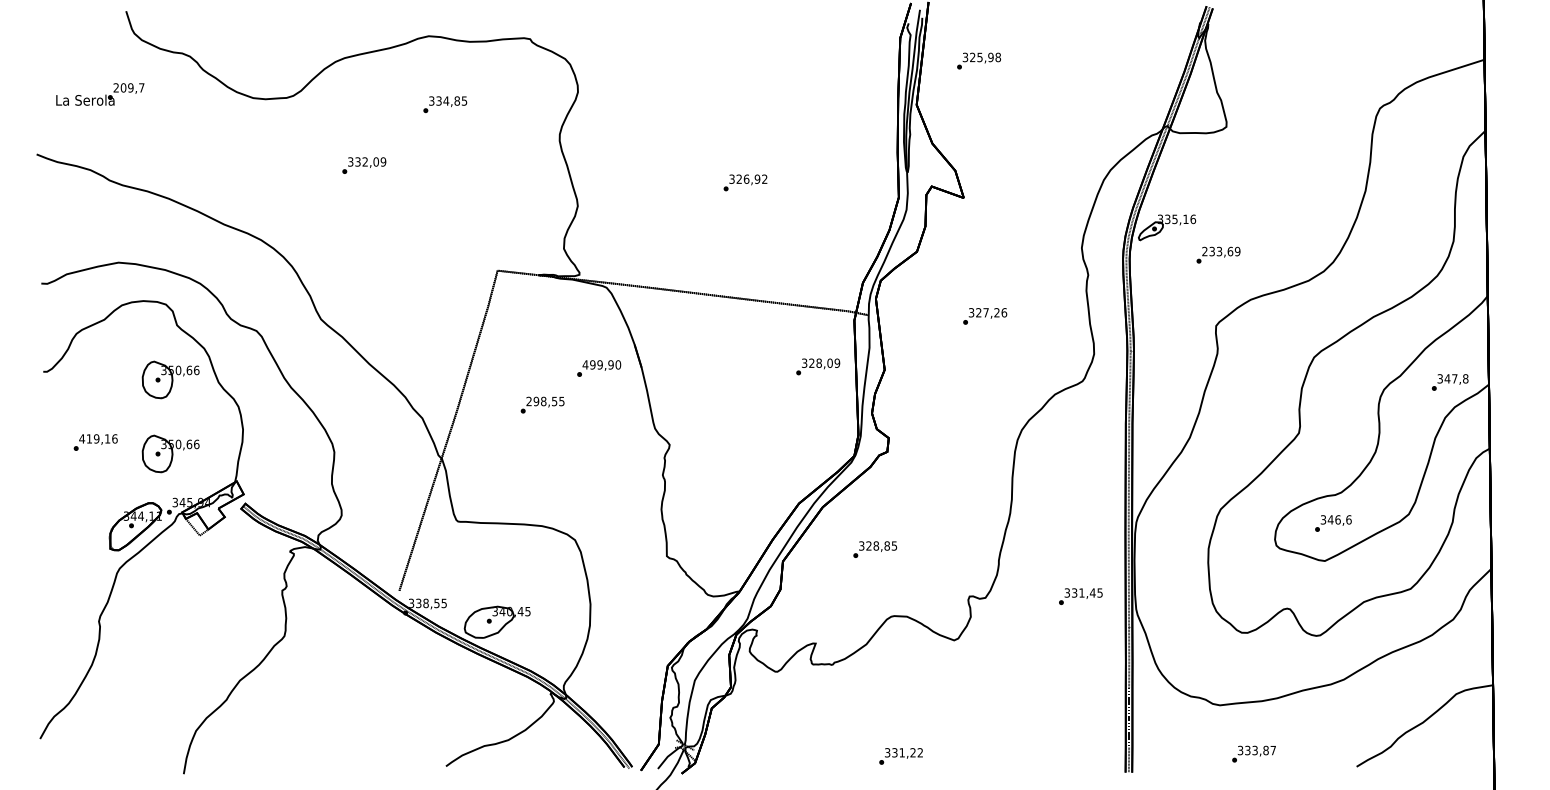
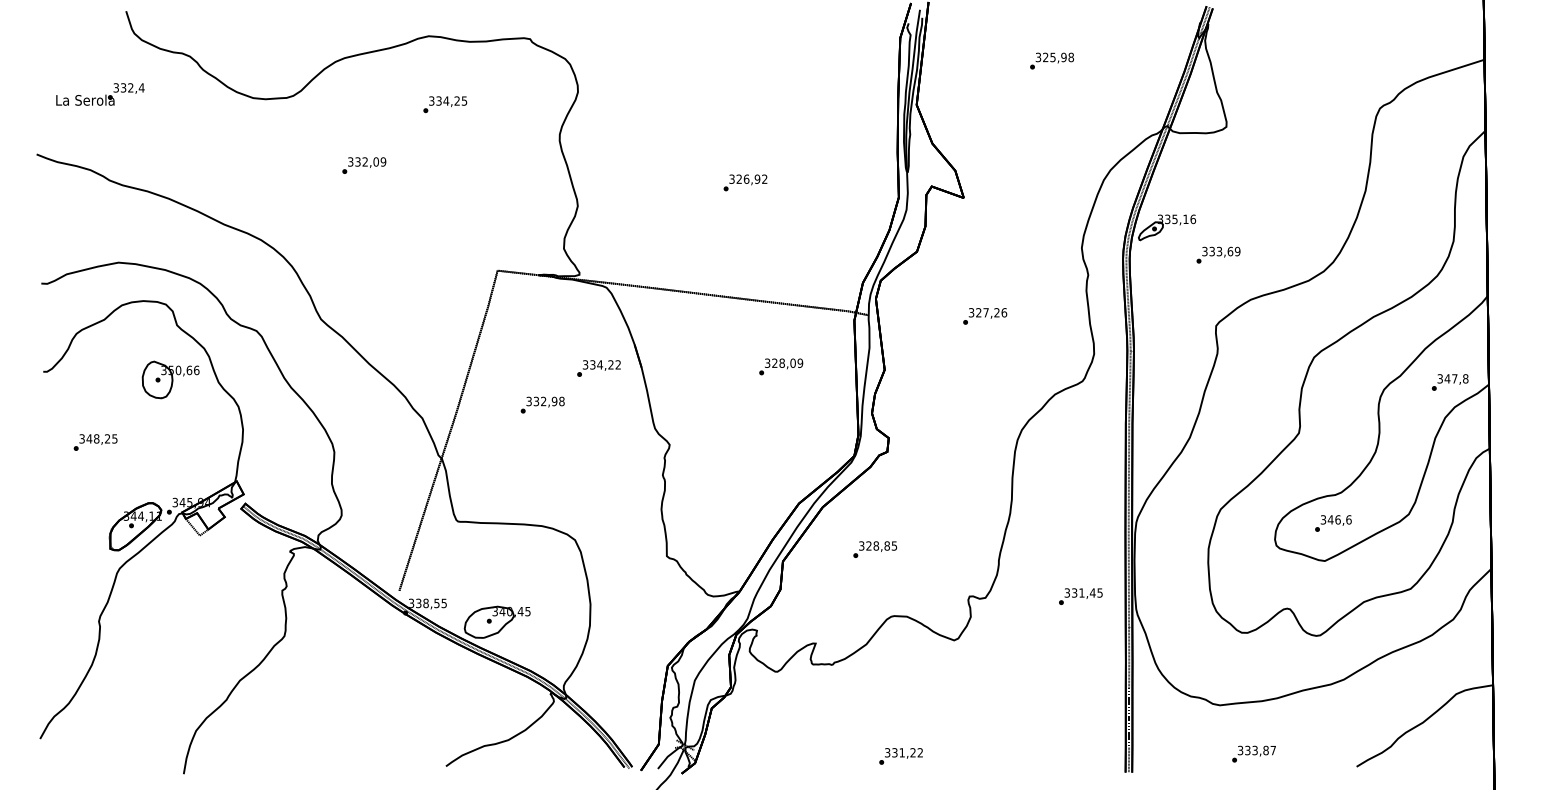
text at (978, 60) position: (978, 60) -> (1051, 60)
text at (128, 87): 209,7 -> 332,4
text at (456, 100): 334,85 -> 334,25
text at (1204, 251): 233,69 -> 333,69
text at (601, 364): 499,90 -> 334,22
text at (818, 366) position: (818, 366) -> (781, 366)
text at (545, 401): 298,55 -> 332,98
text at (98, 438): 419,16 -> 348,25
part at (170, 453): present -> none
